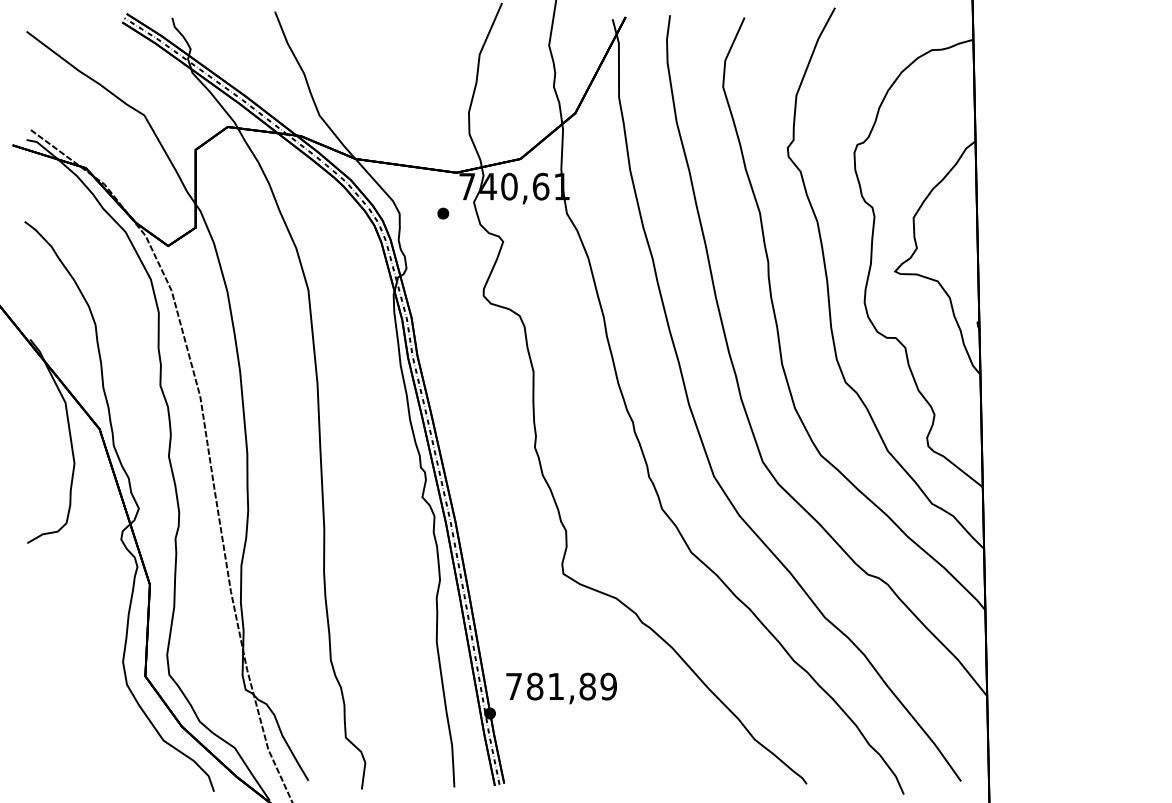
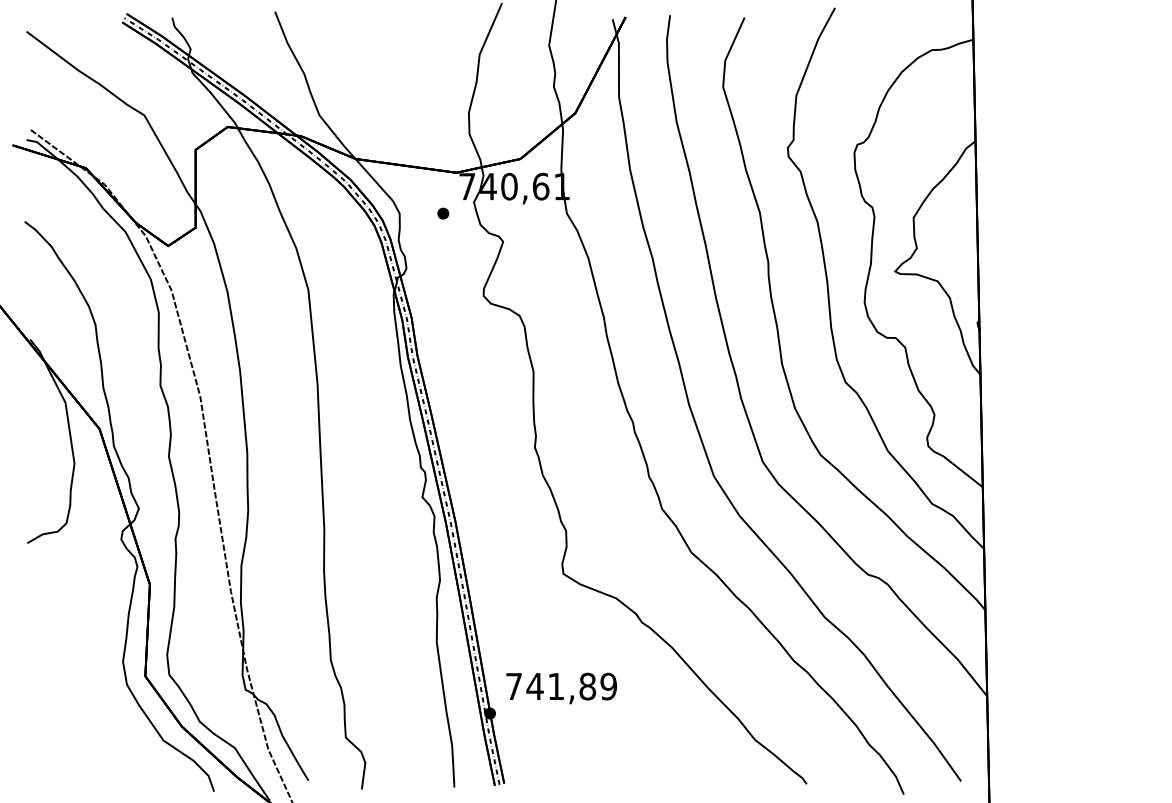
text at (534, 686): 781,89 -> 741,89
